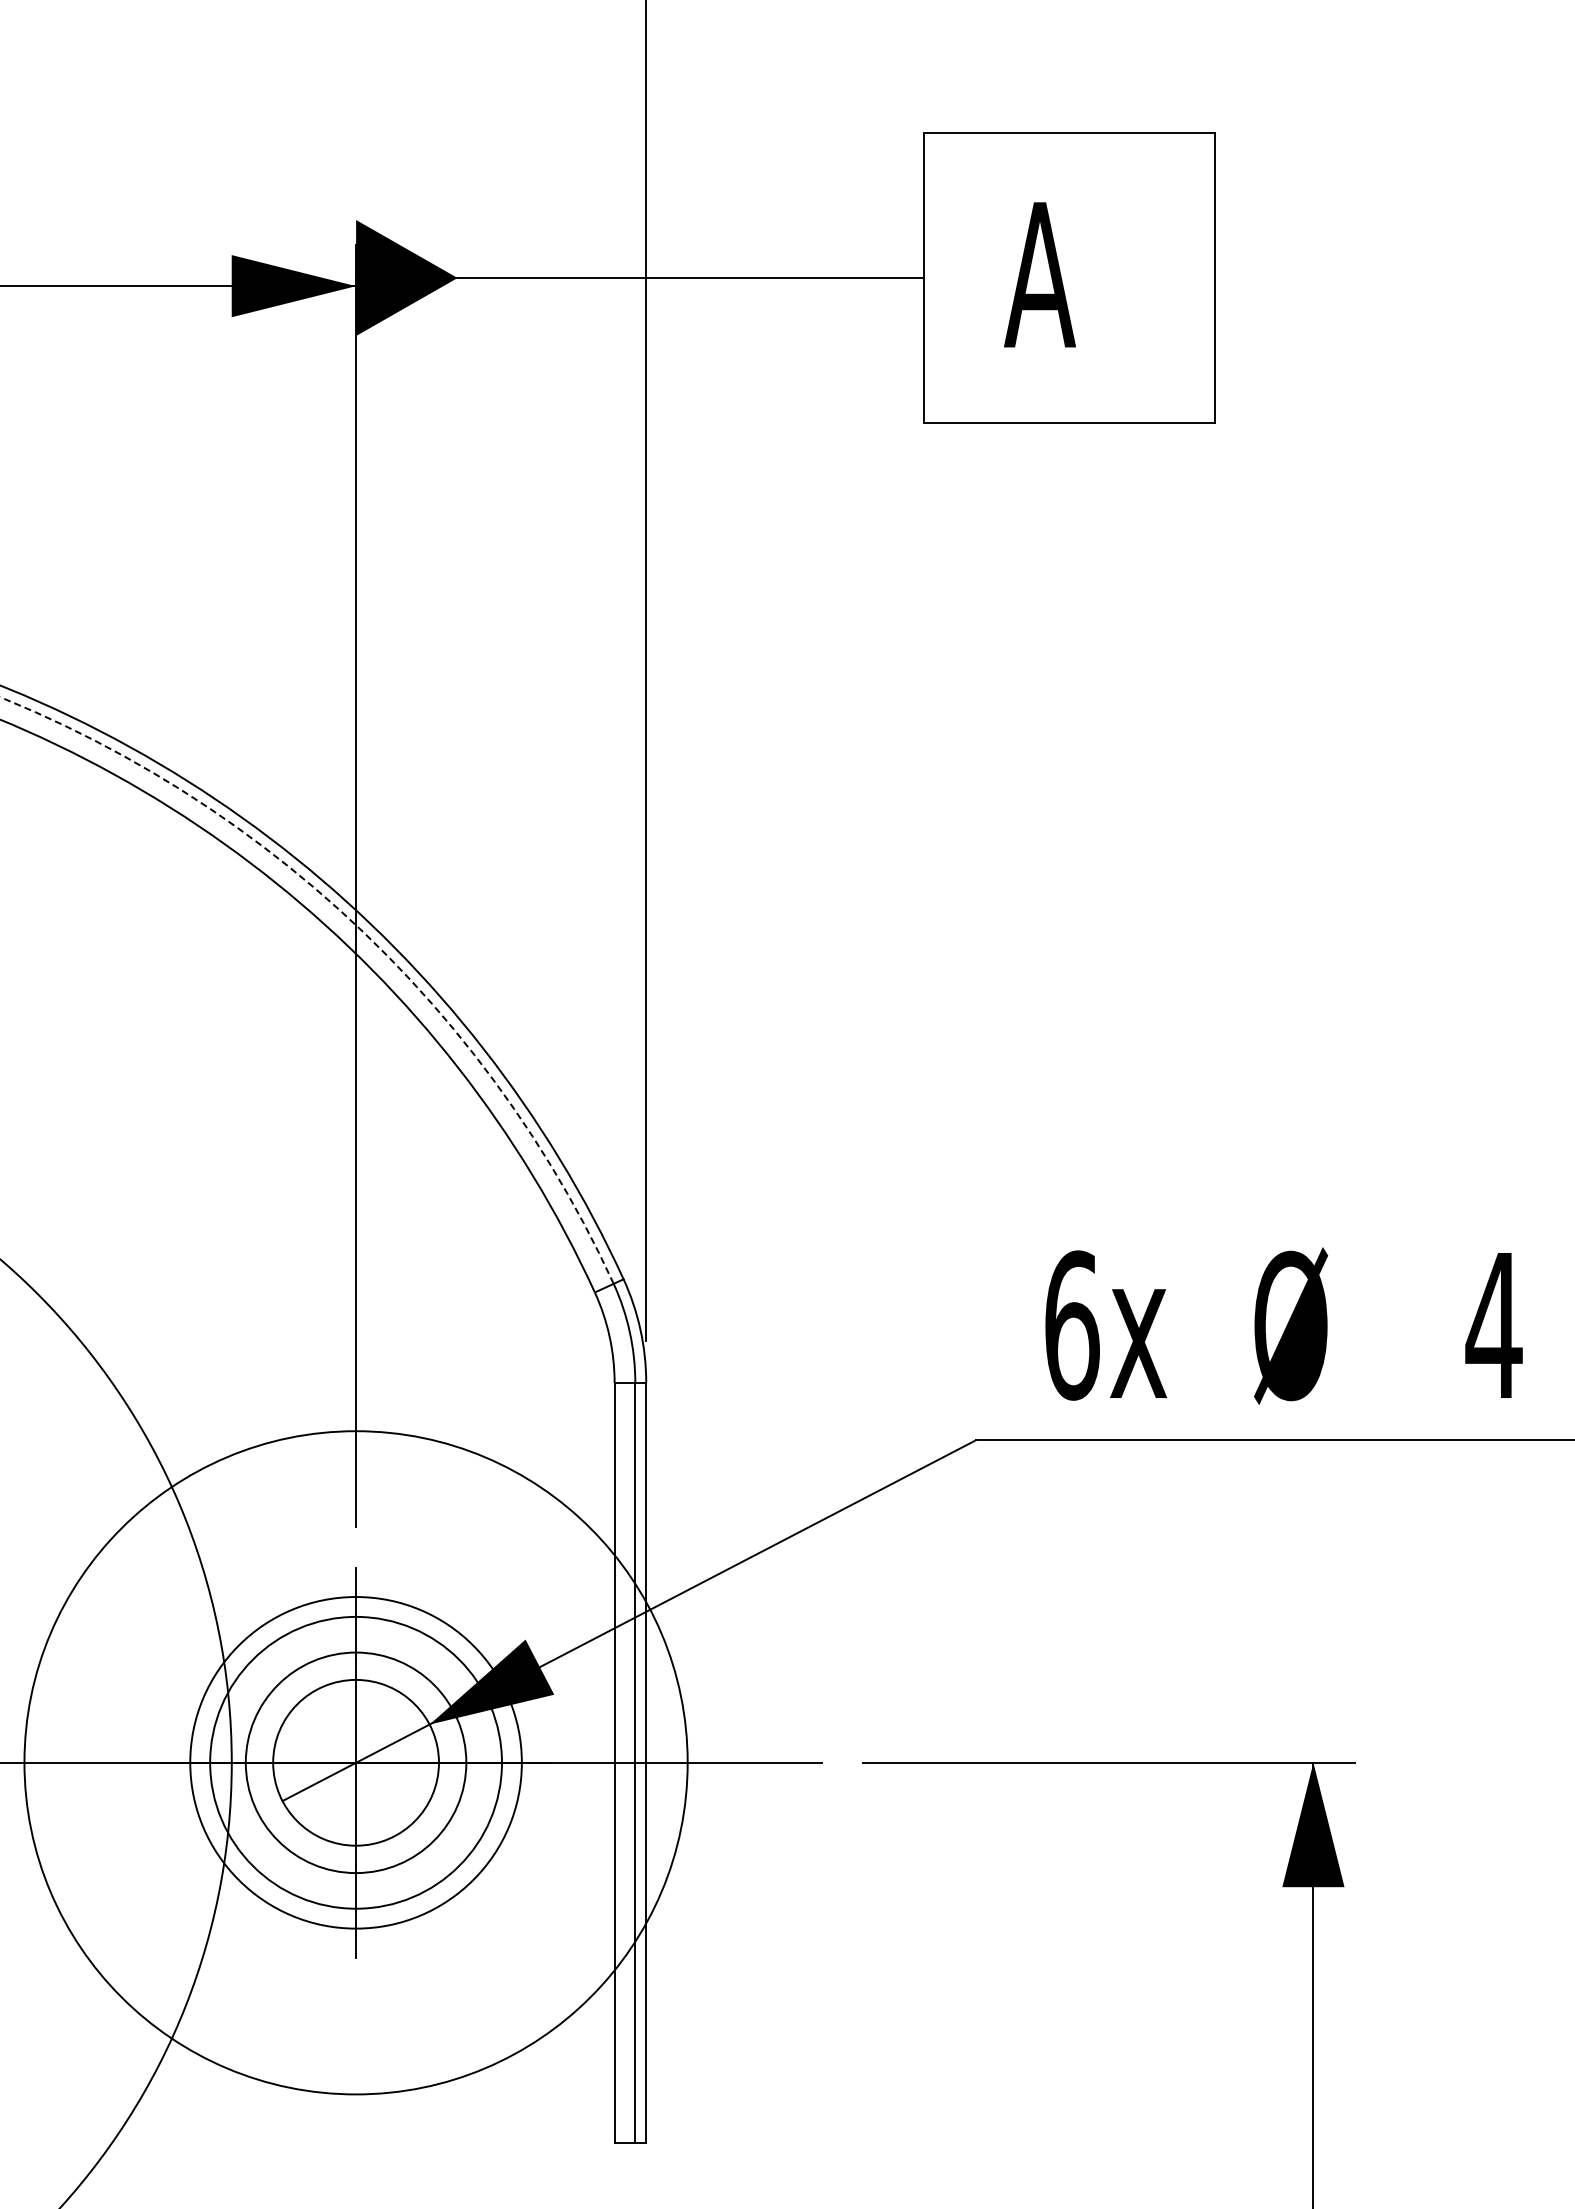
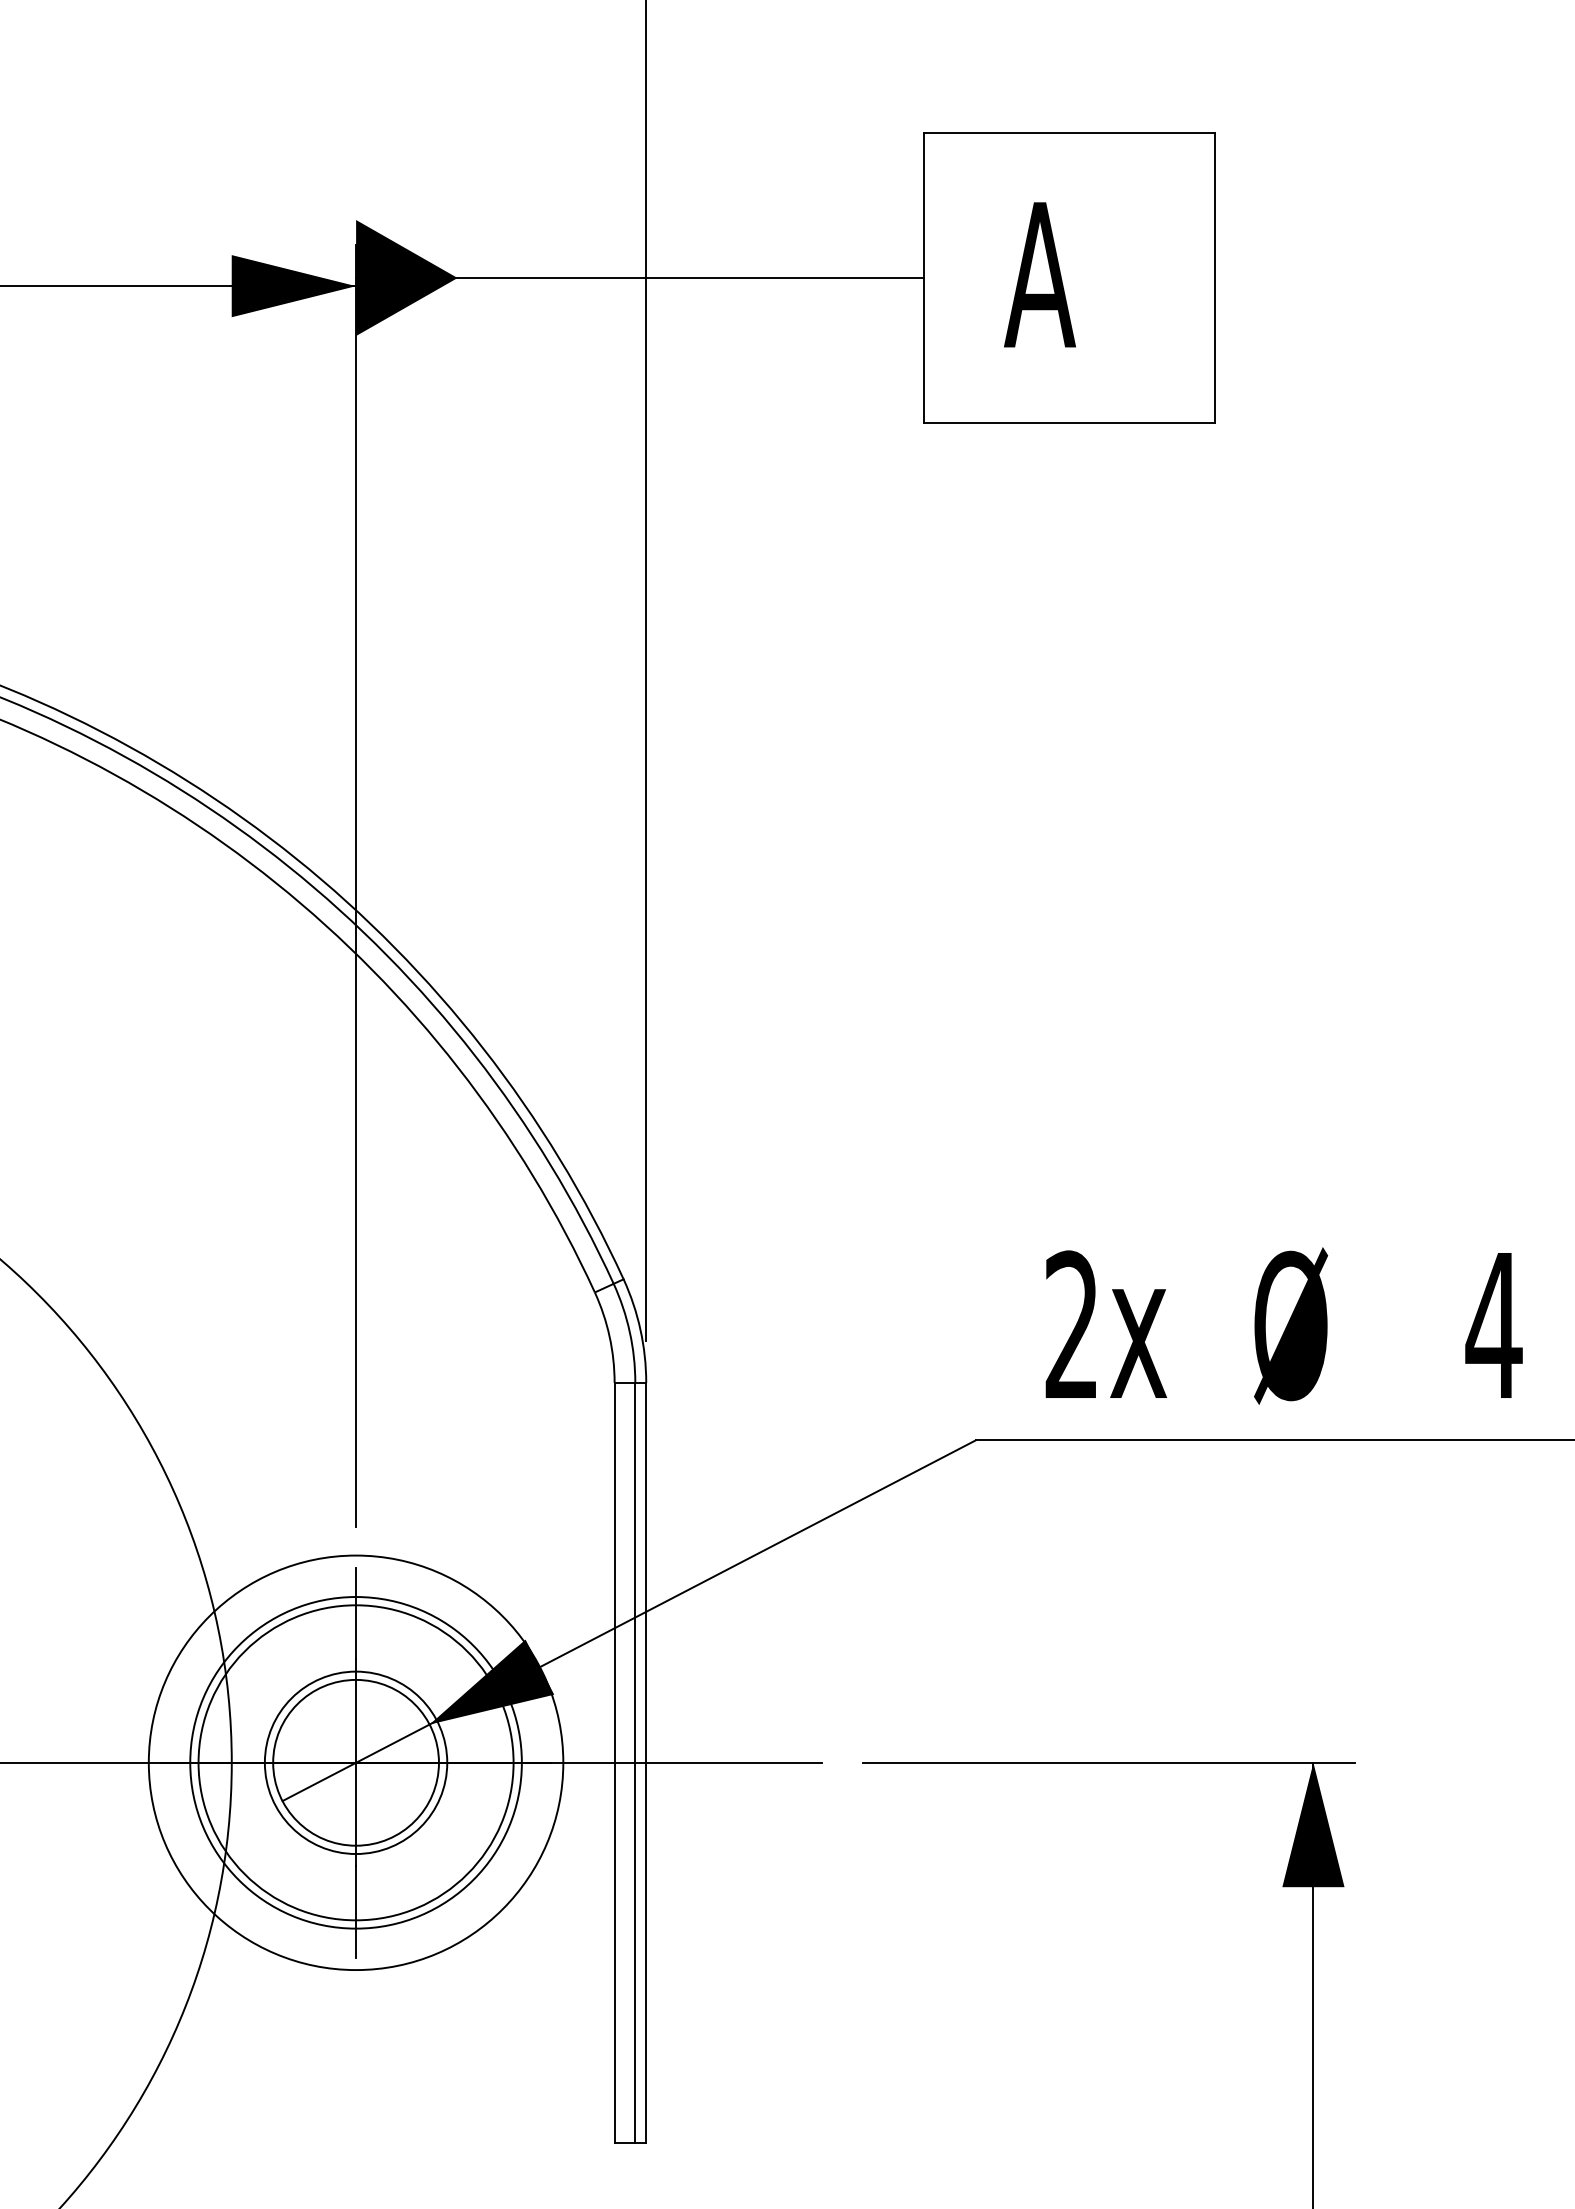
arc at (361, 930): dashed -> solid
text at (1072, 1325): 6x -> 2x
circle at (355, 1762) diameter: 221 px -> 315 px
circle at (355, 1762) diameter: 292 px -> 182 px
circle at (355, 1762) diameter: 663 px -> 415 px
